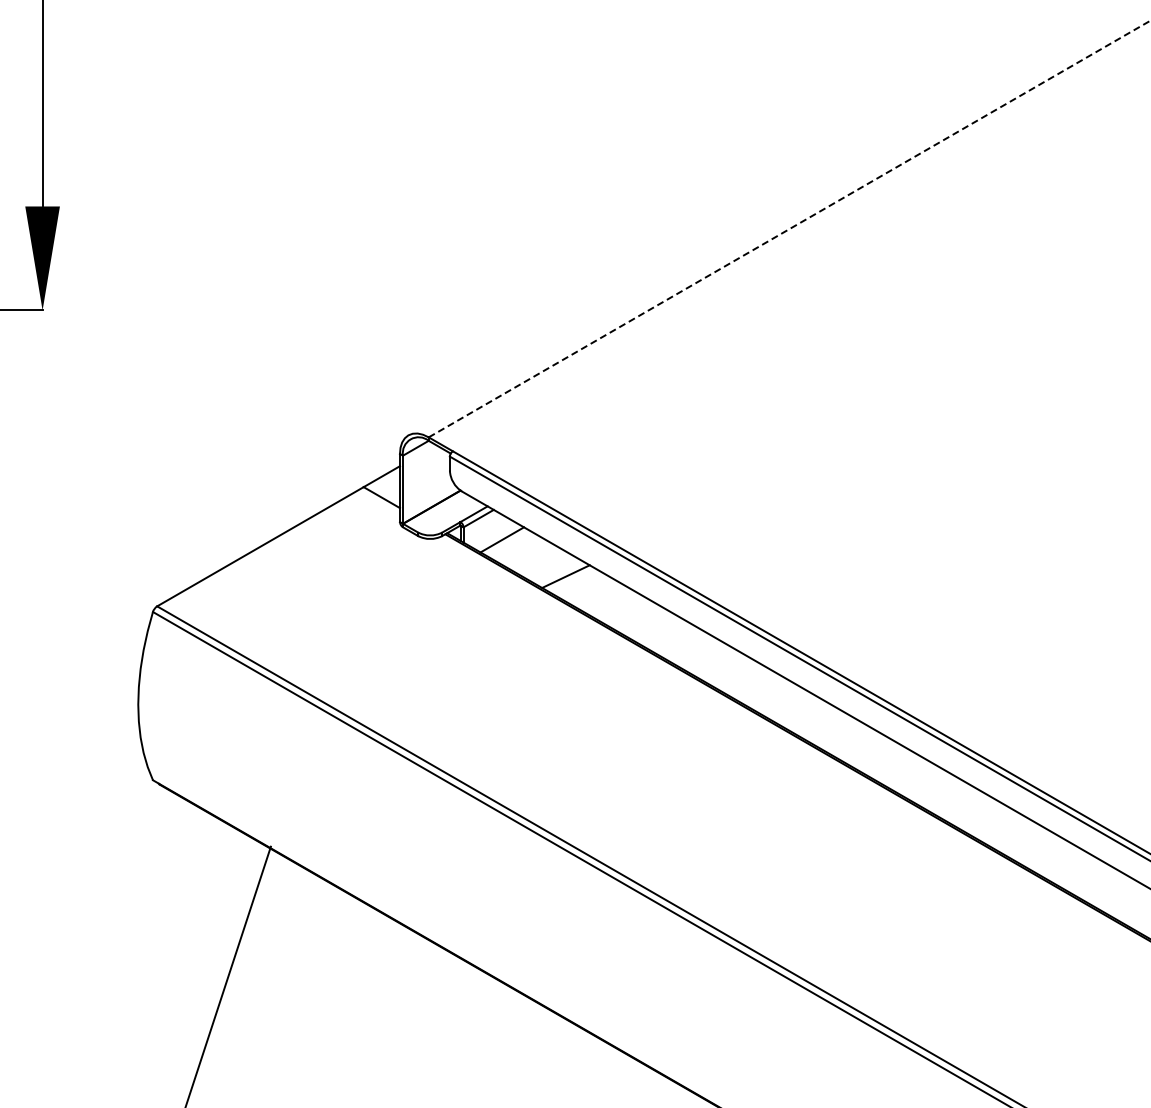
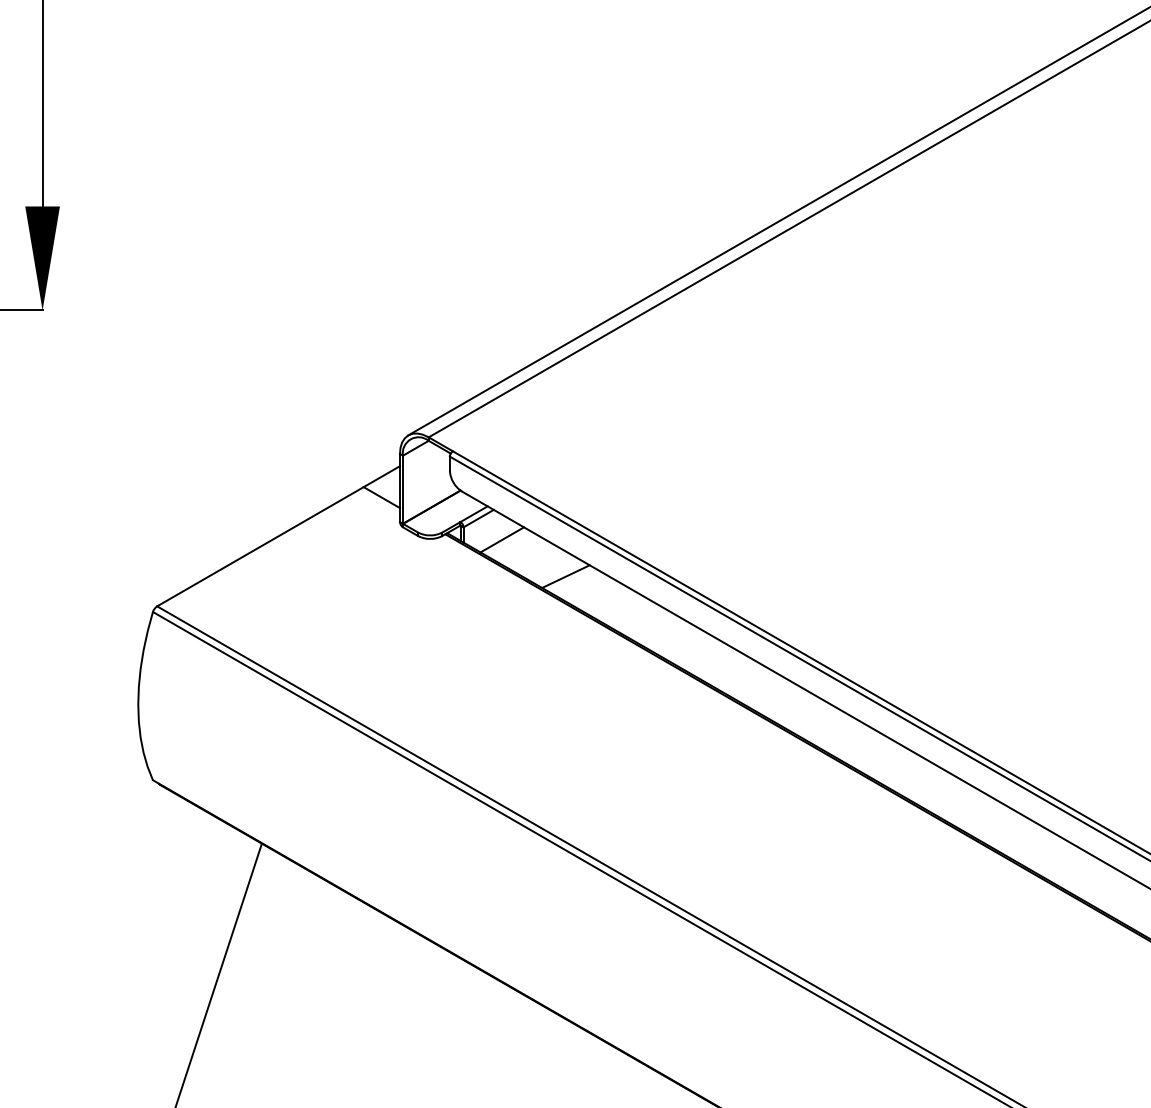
line at (777, 221): none -> present
line at (789, 228): dashed -> solid
line at (228, 975) position: (228, 975) -> (218, 973)
